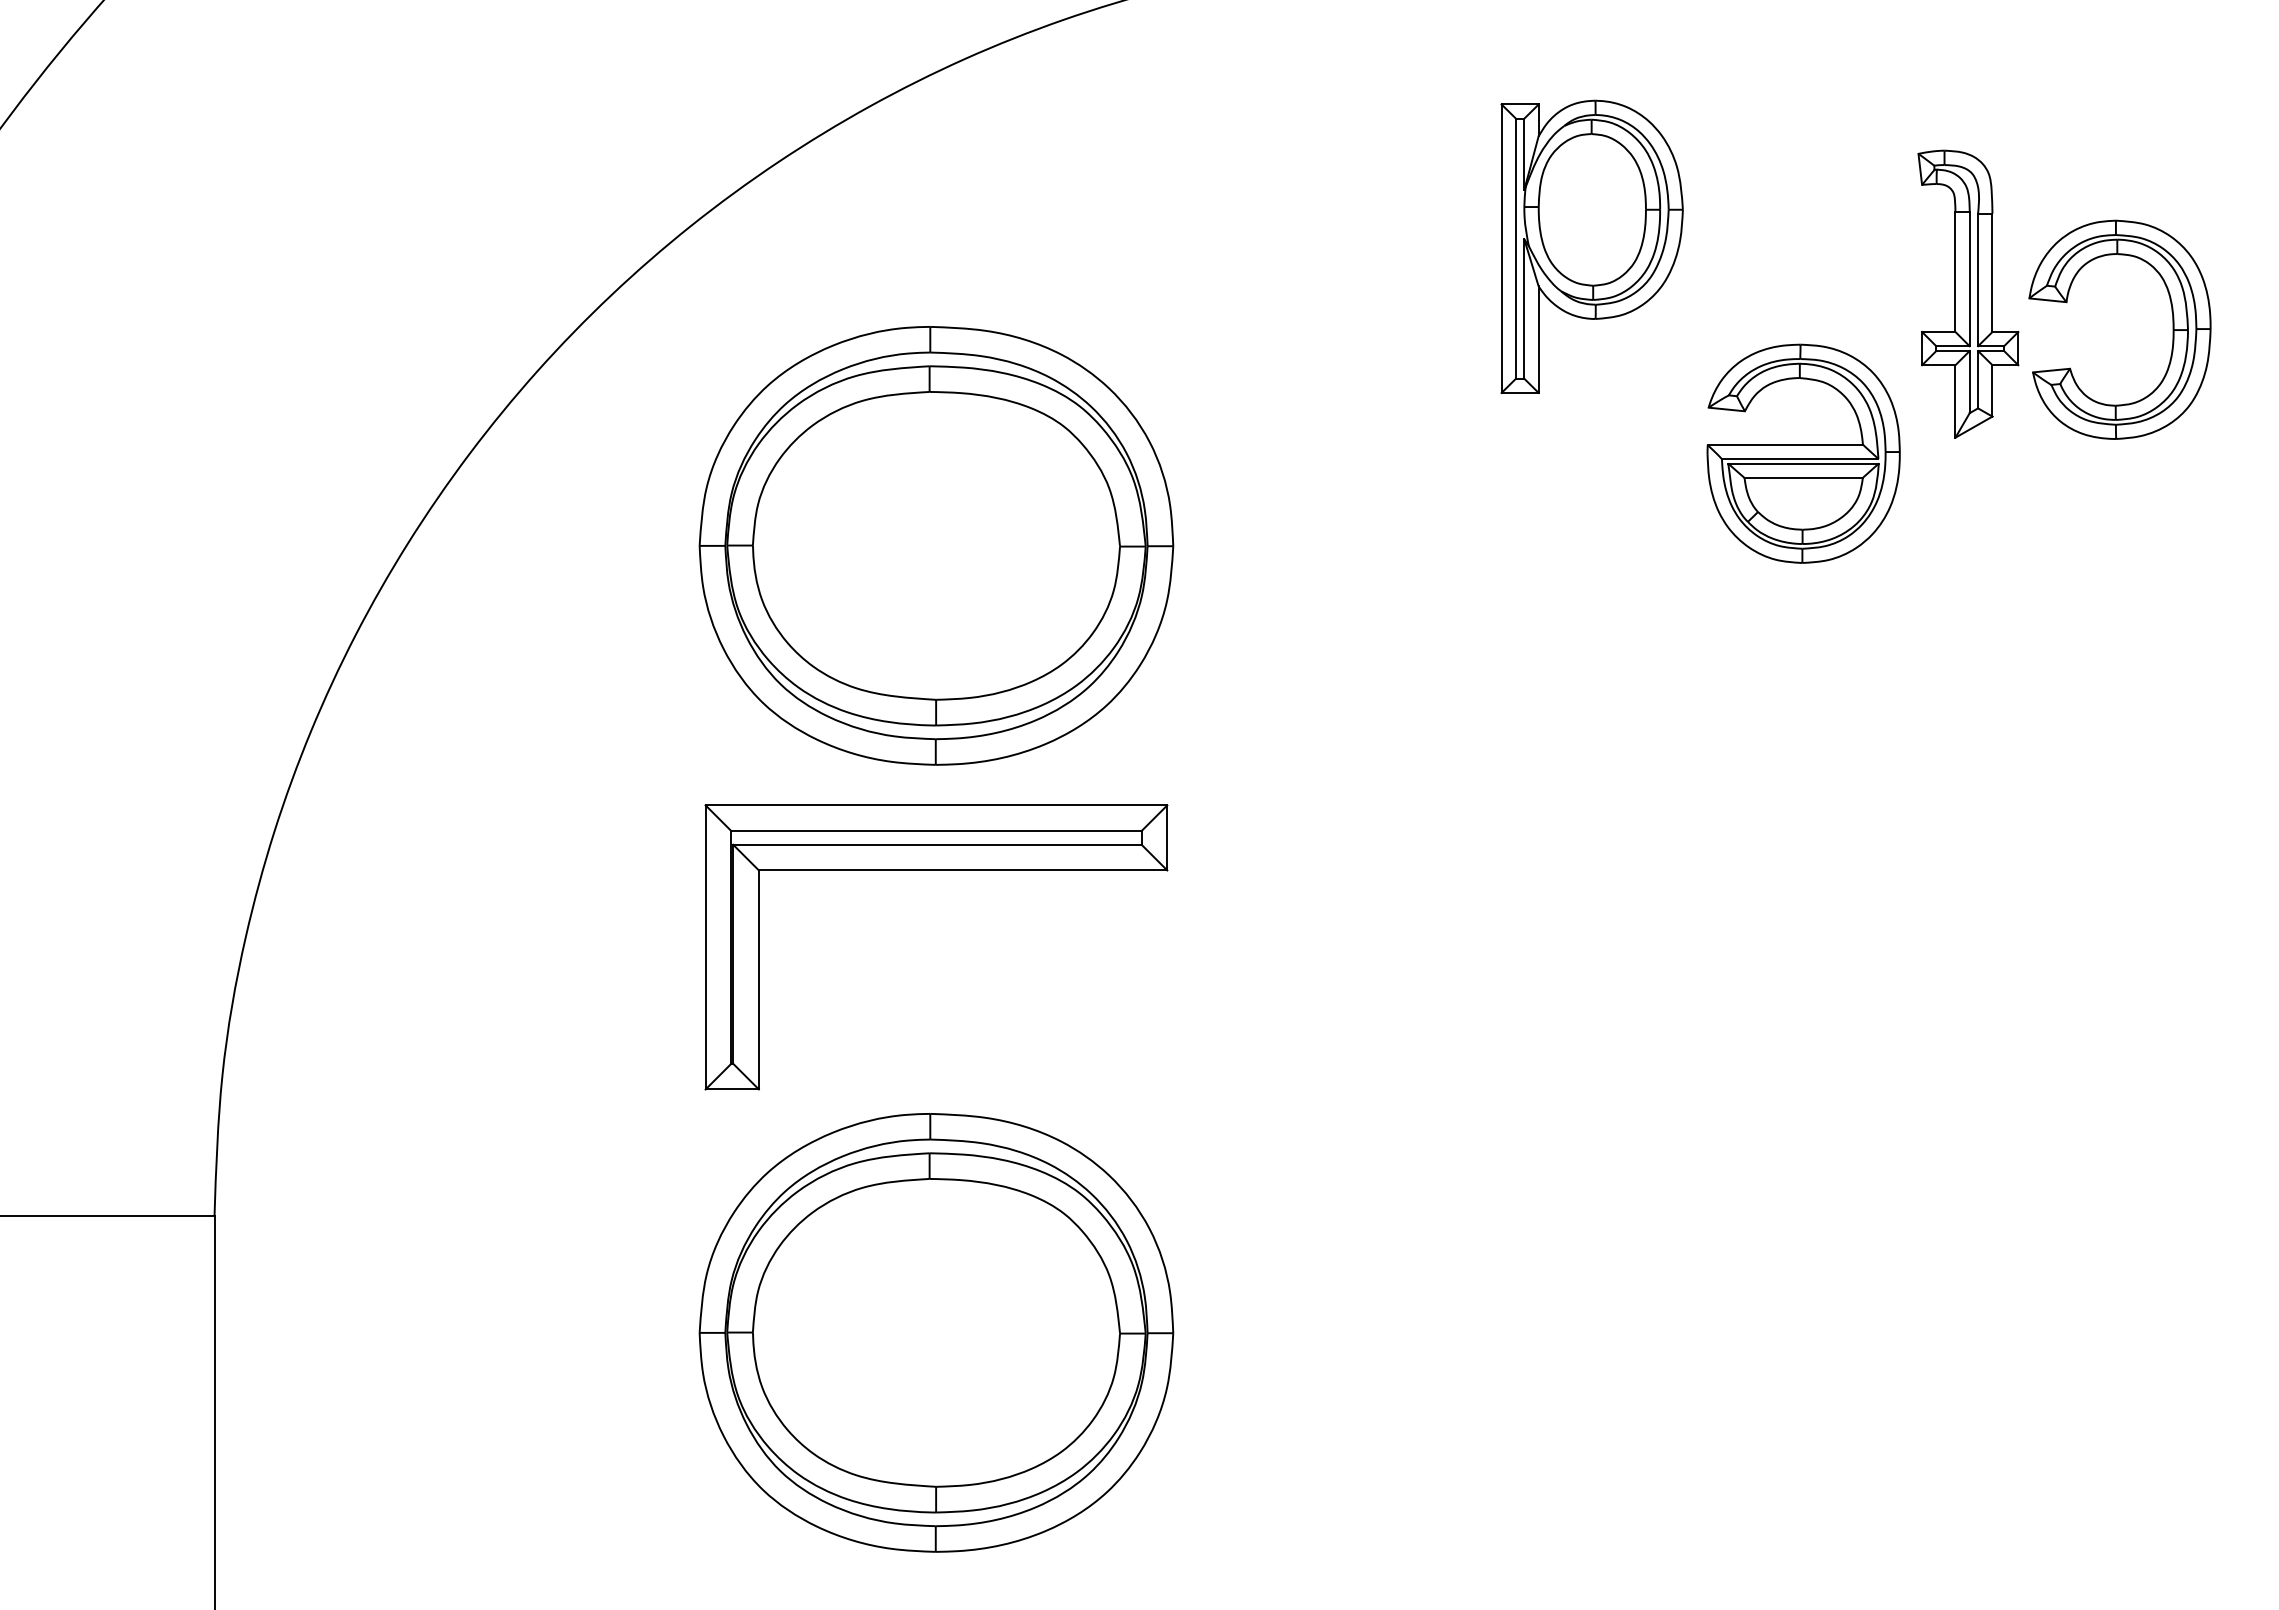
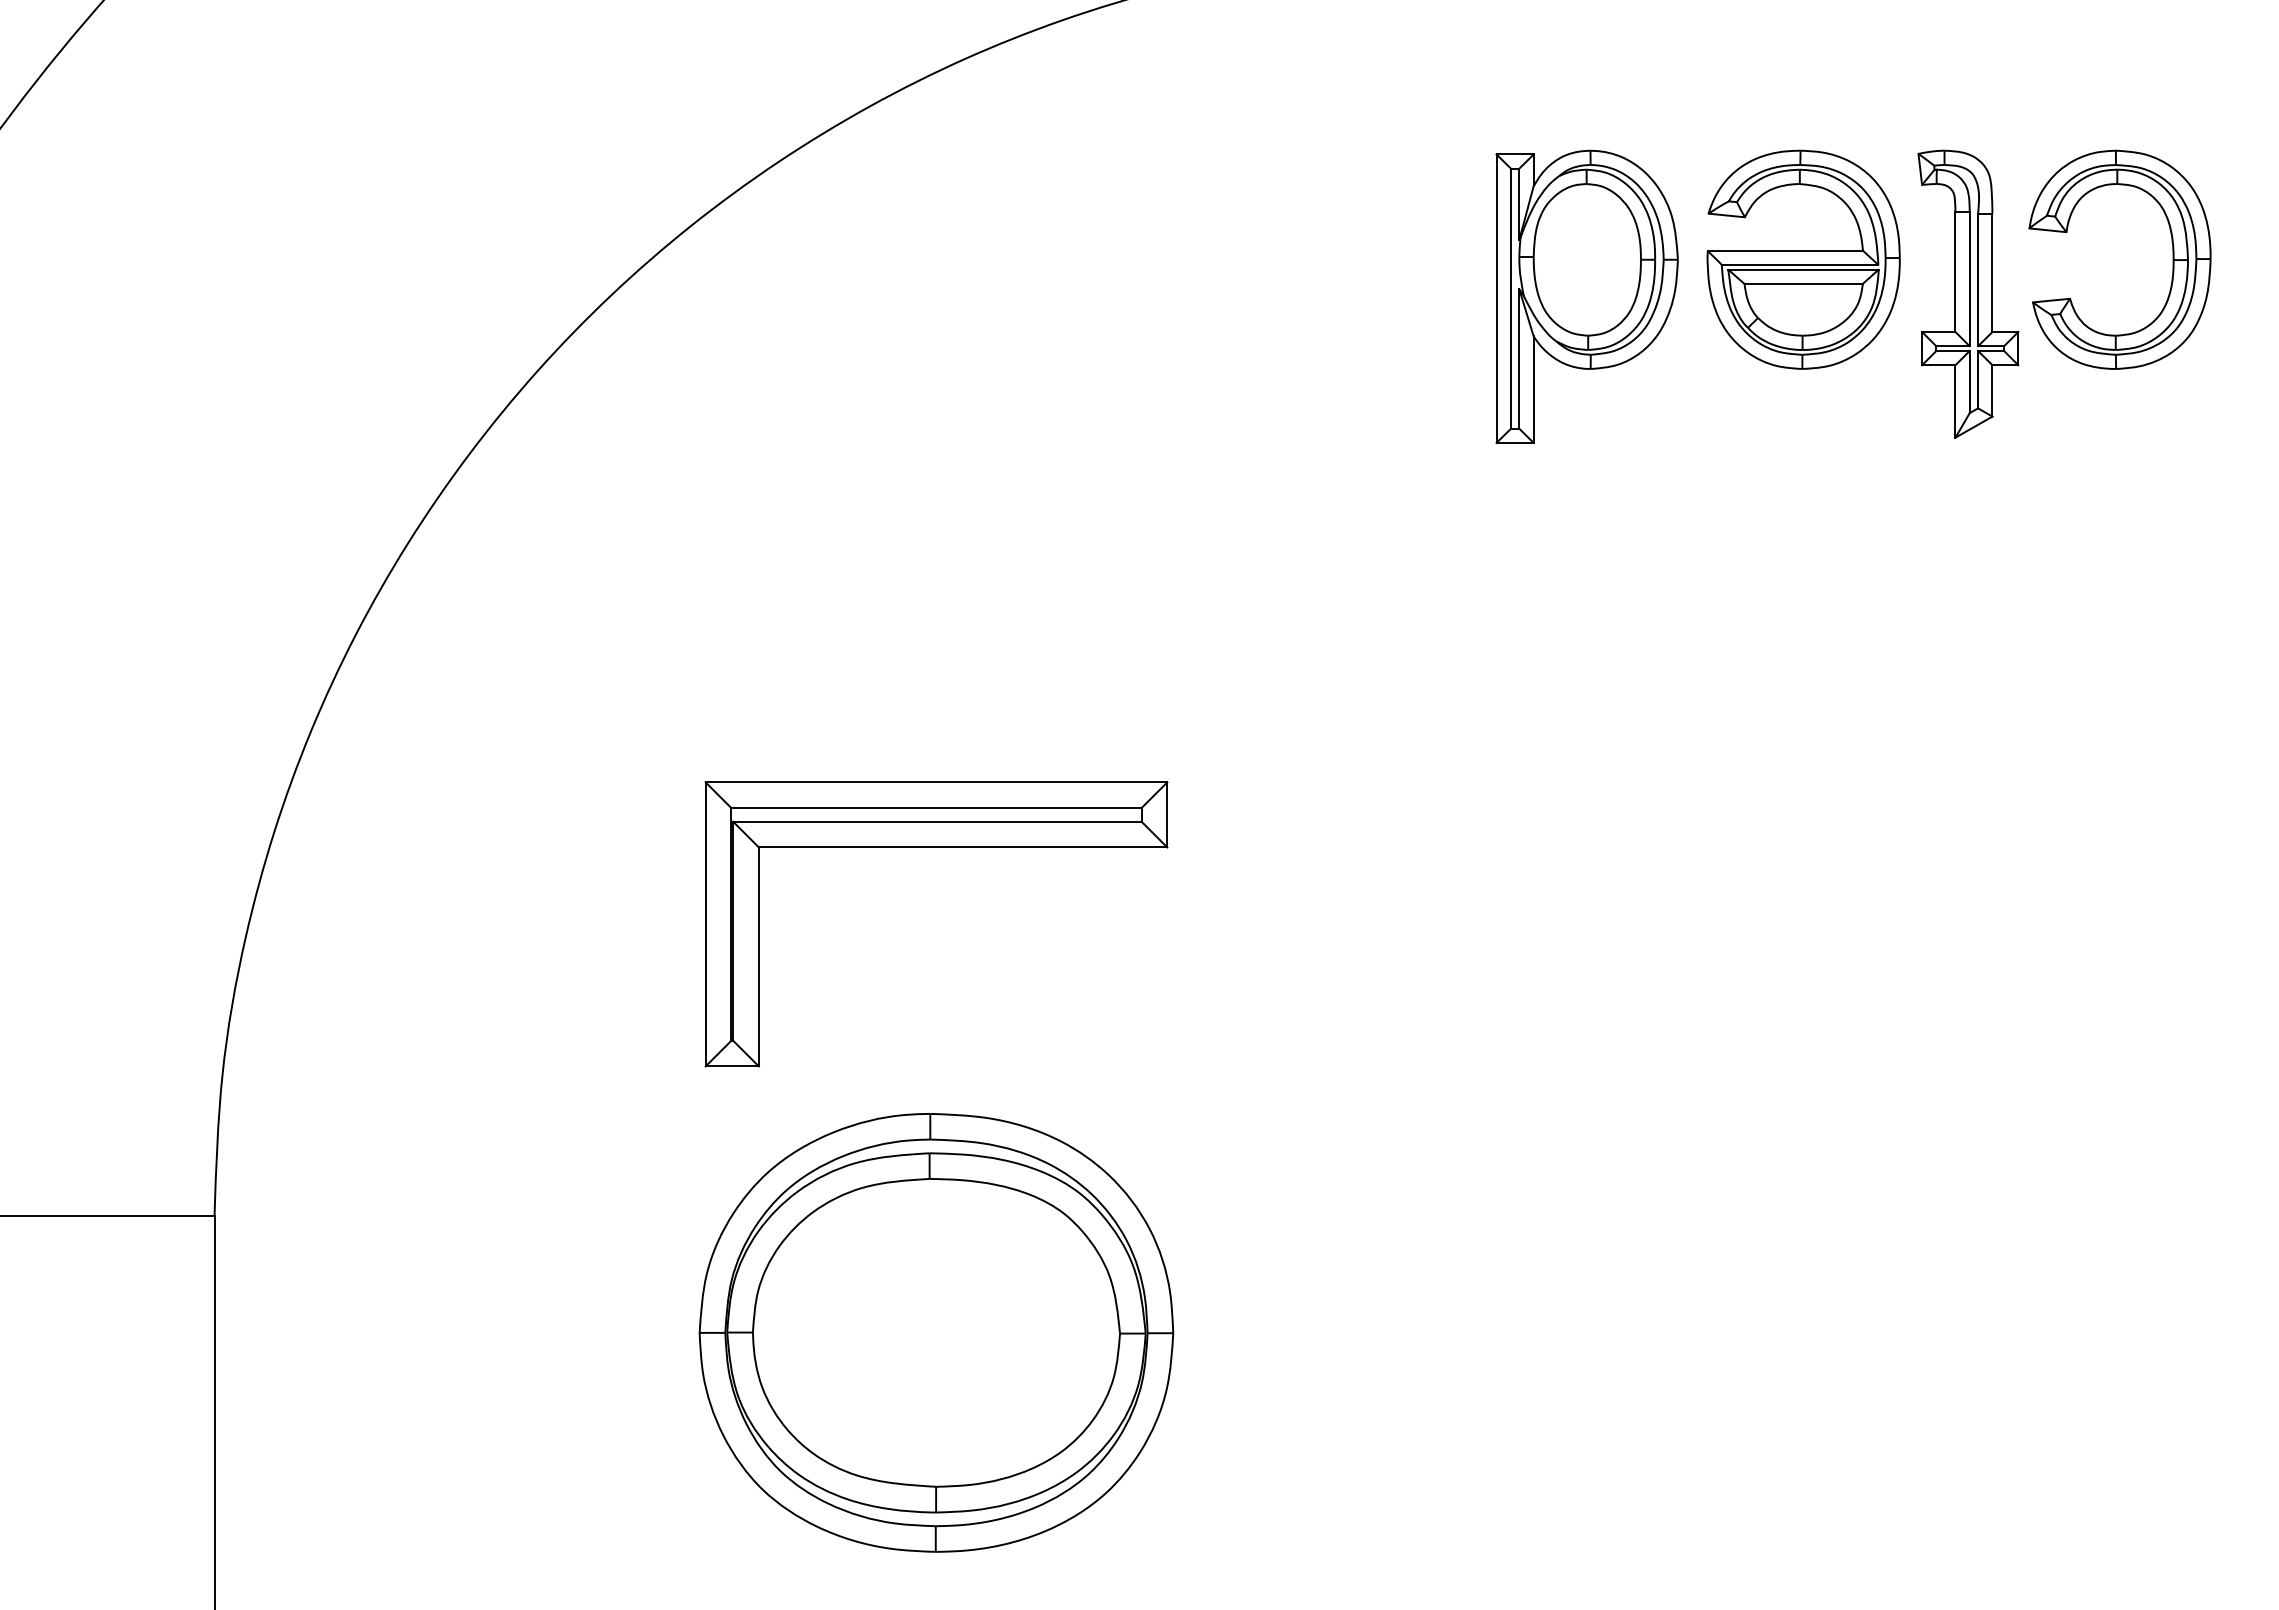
part at (1591, 246) position: (1591, 246) -> (1586, 296)
part at (2172, 329) position: (2172, 329) -> (2172, 259)
part at (1803, 453) position: (1803, 453) -> (1803, 259)
part at (936, 545): present -> none
part at (936, 870) position: (936, 870) -> (936, 847)
